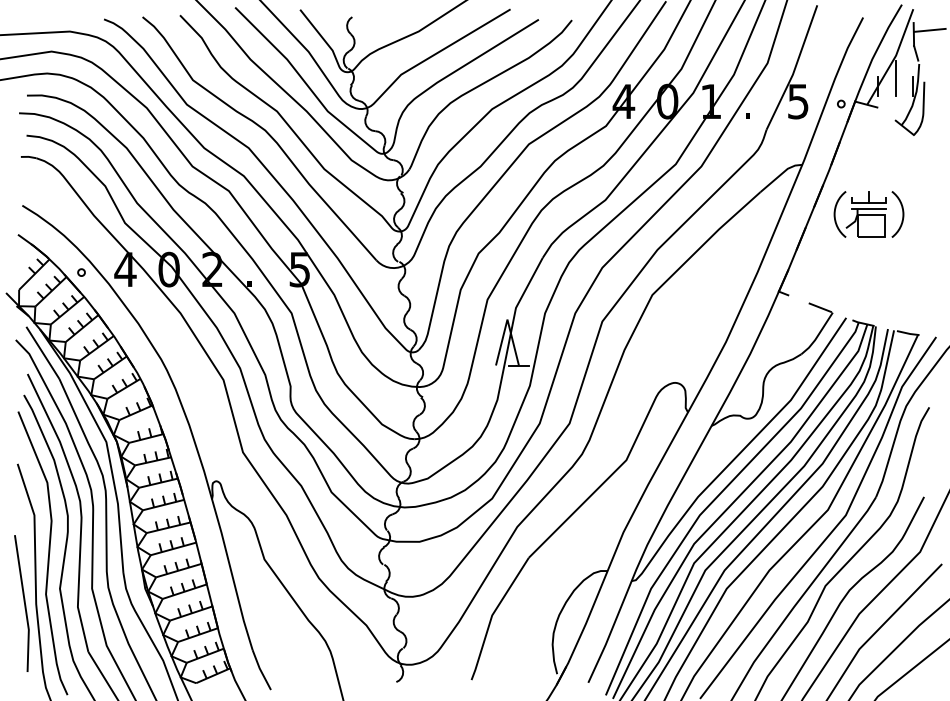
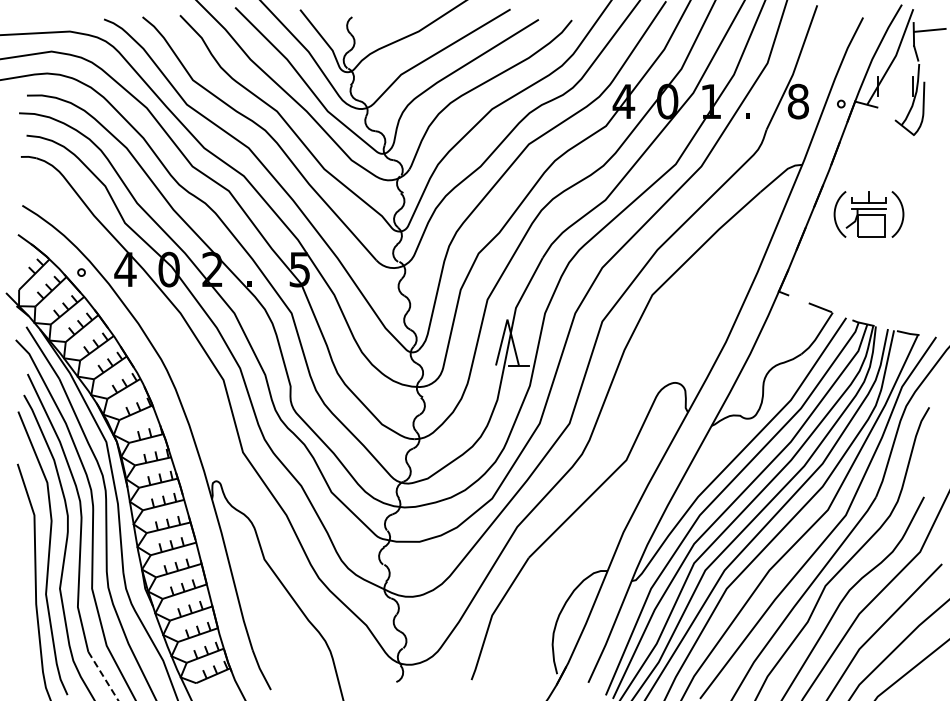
line at (895, 78): present -> none
text at (797, 101): 5 -> 8
line at (23, 602): present -> none
line at (103, 676): solid -> dashed
